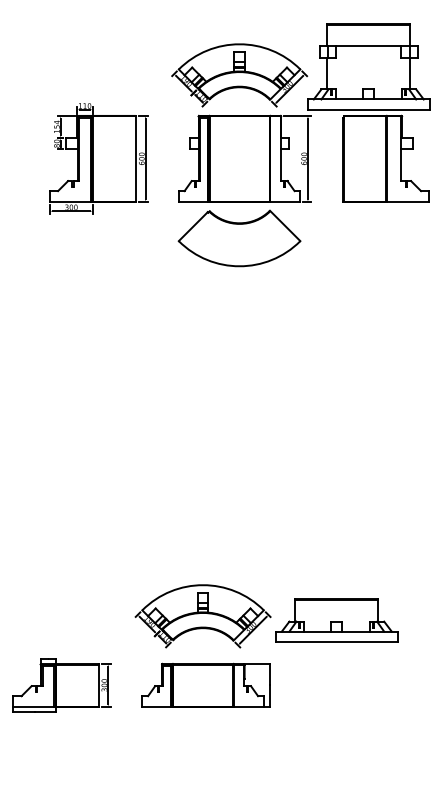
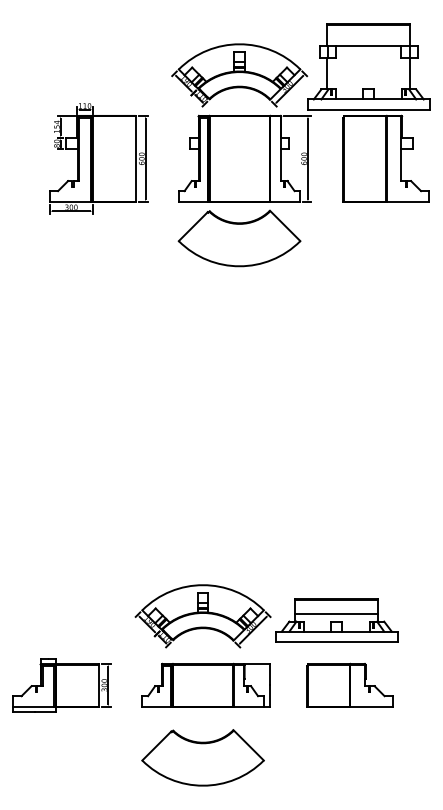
line at (336, 614): none -> present
part at (349, 684): none -> present
part at (202, 757): none -> present
